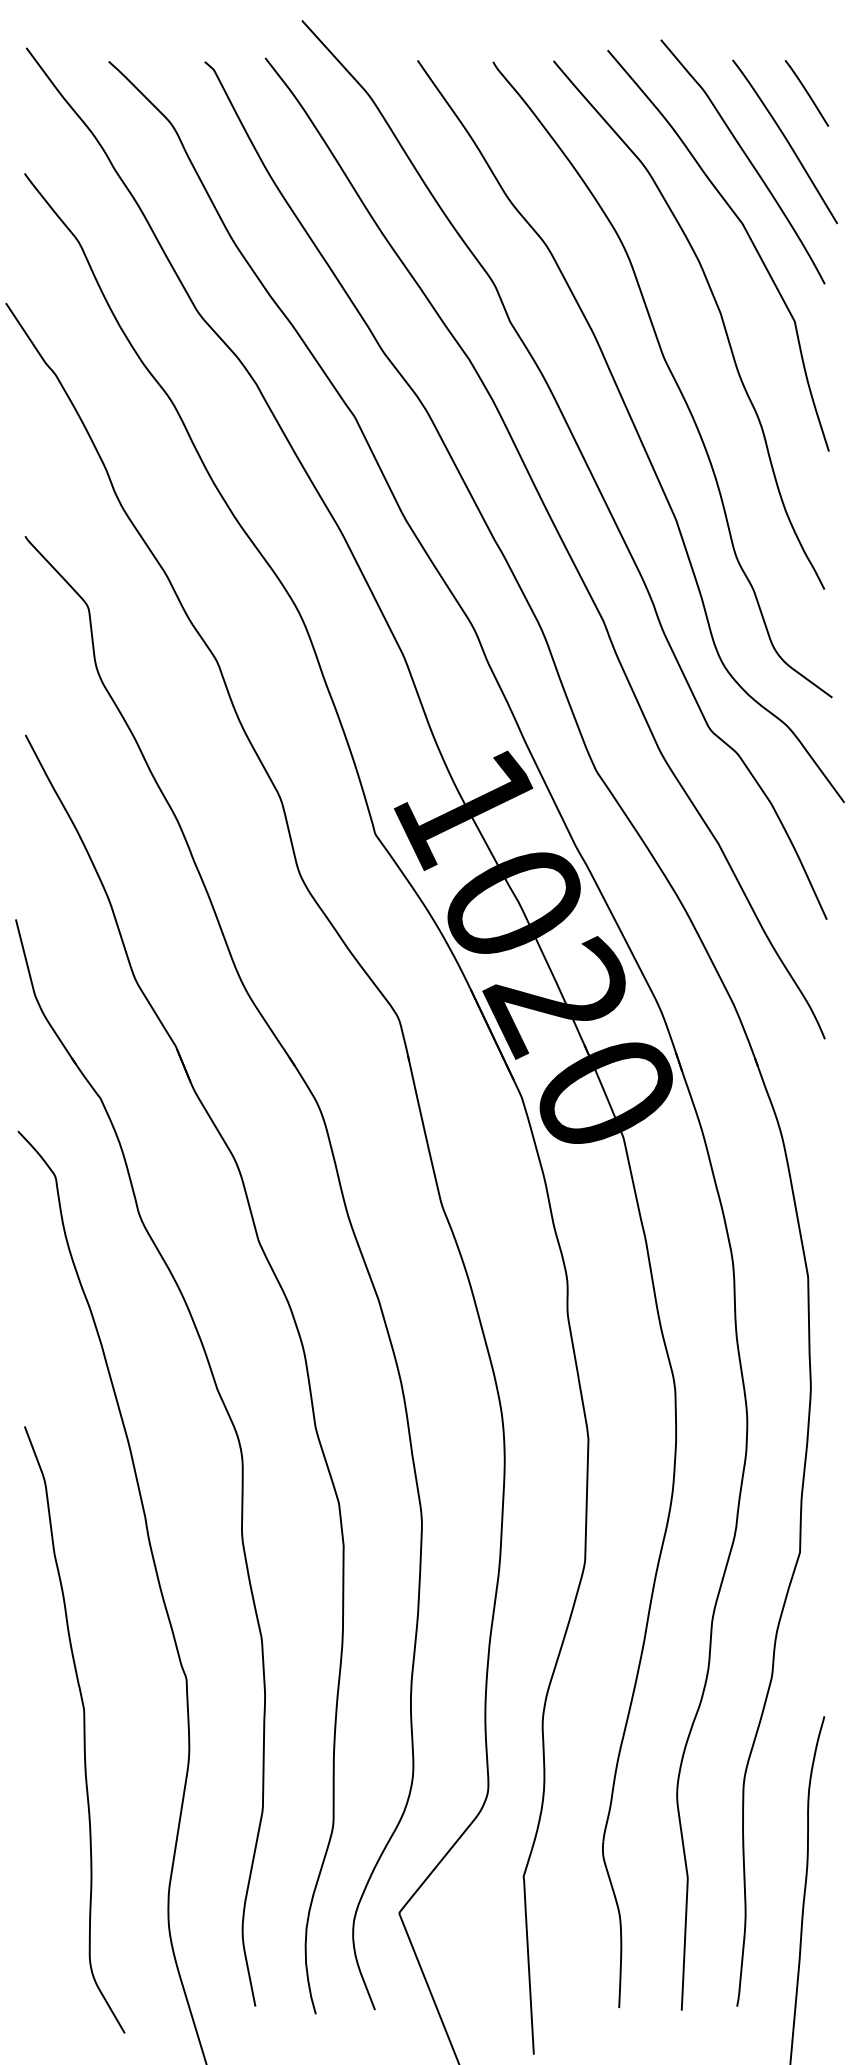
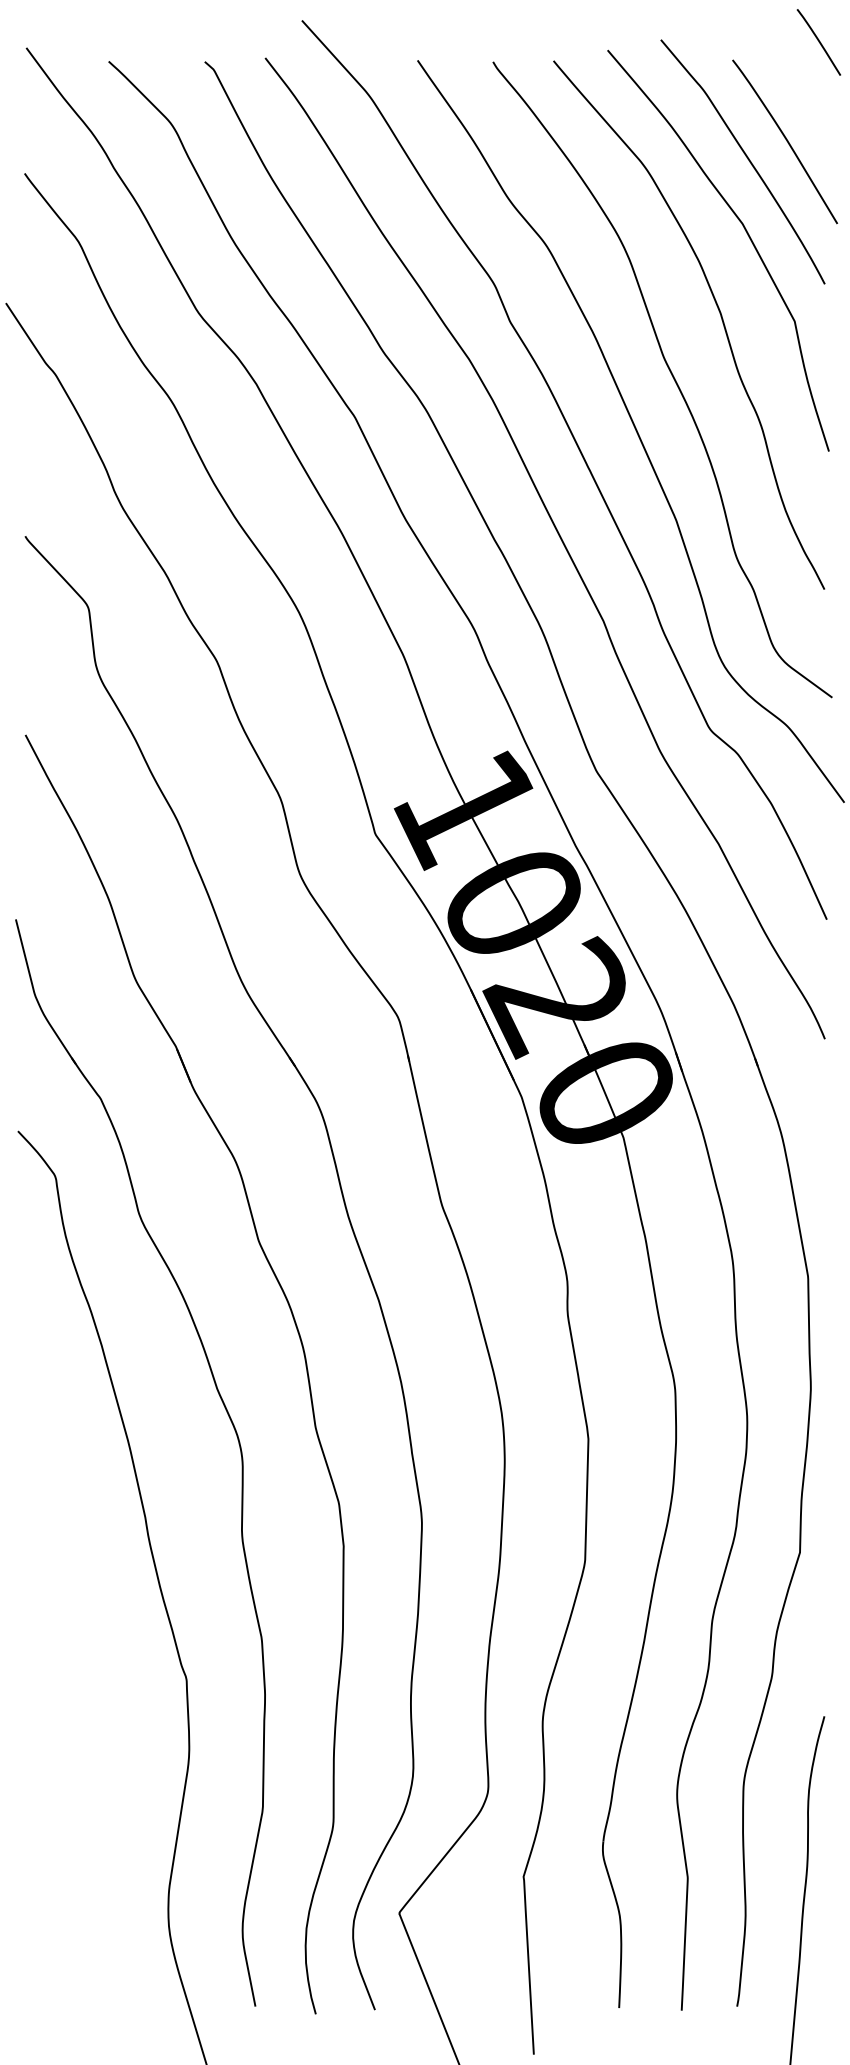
curve at (806, 93) position: (806, 93) -> (818, 42)
curve at (83, 1729): present -> none
